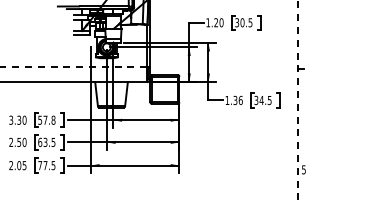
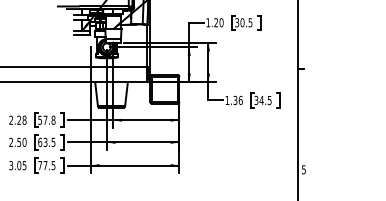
line at (73, 67): dashed -> solid
line at (298, 100): dashed -> solid
text at (17, 120): 3.30 -> 2.28
text at (11, 165): 2.05 -> 3.05
